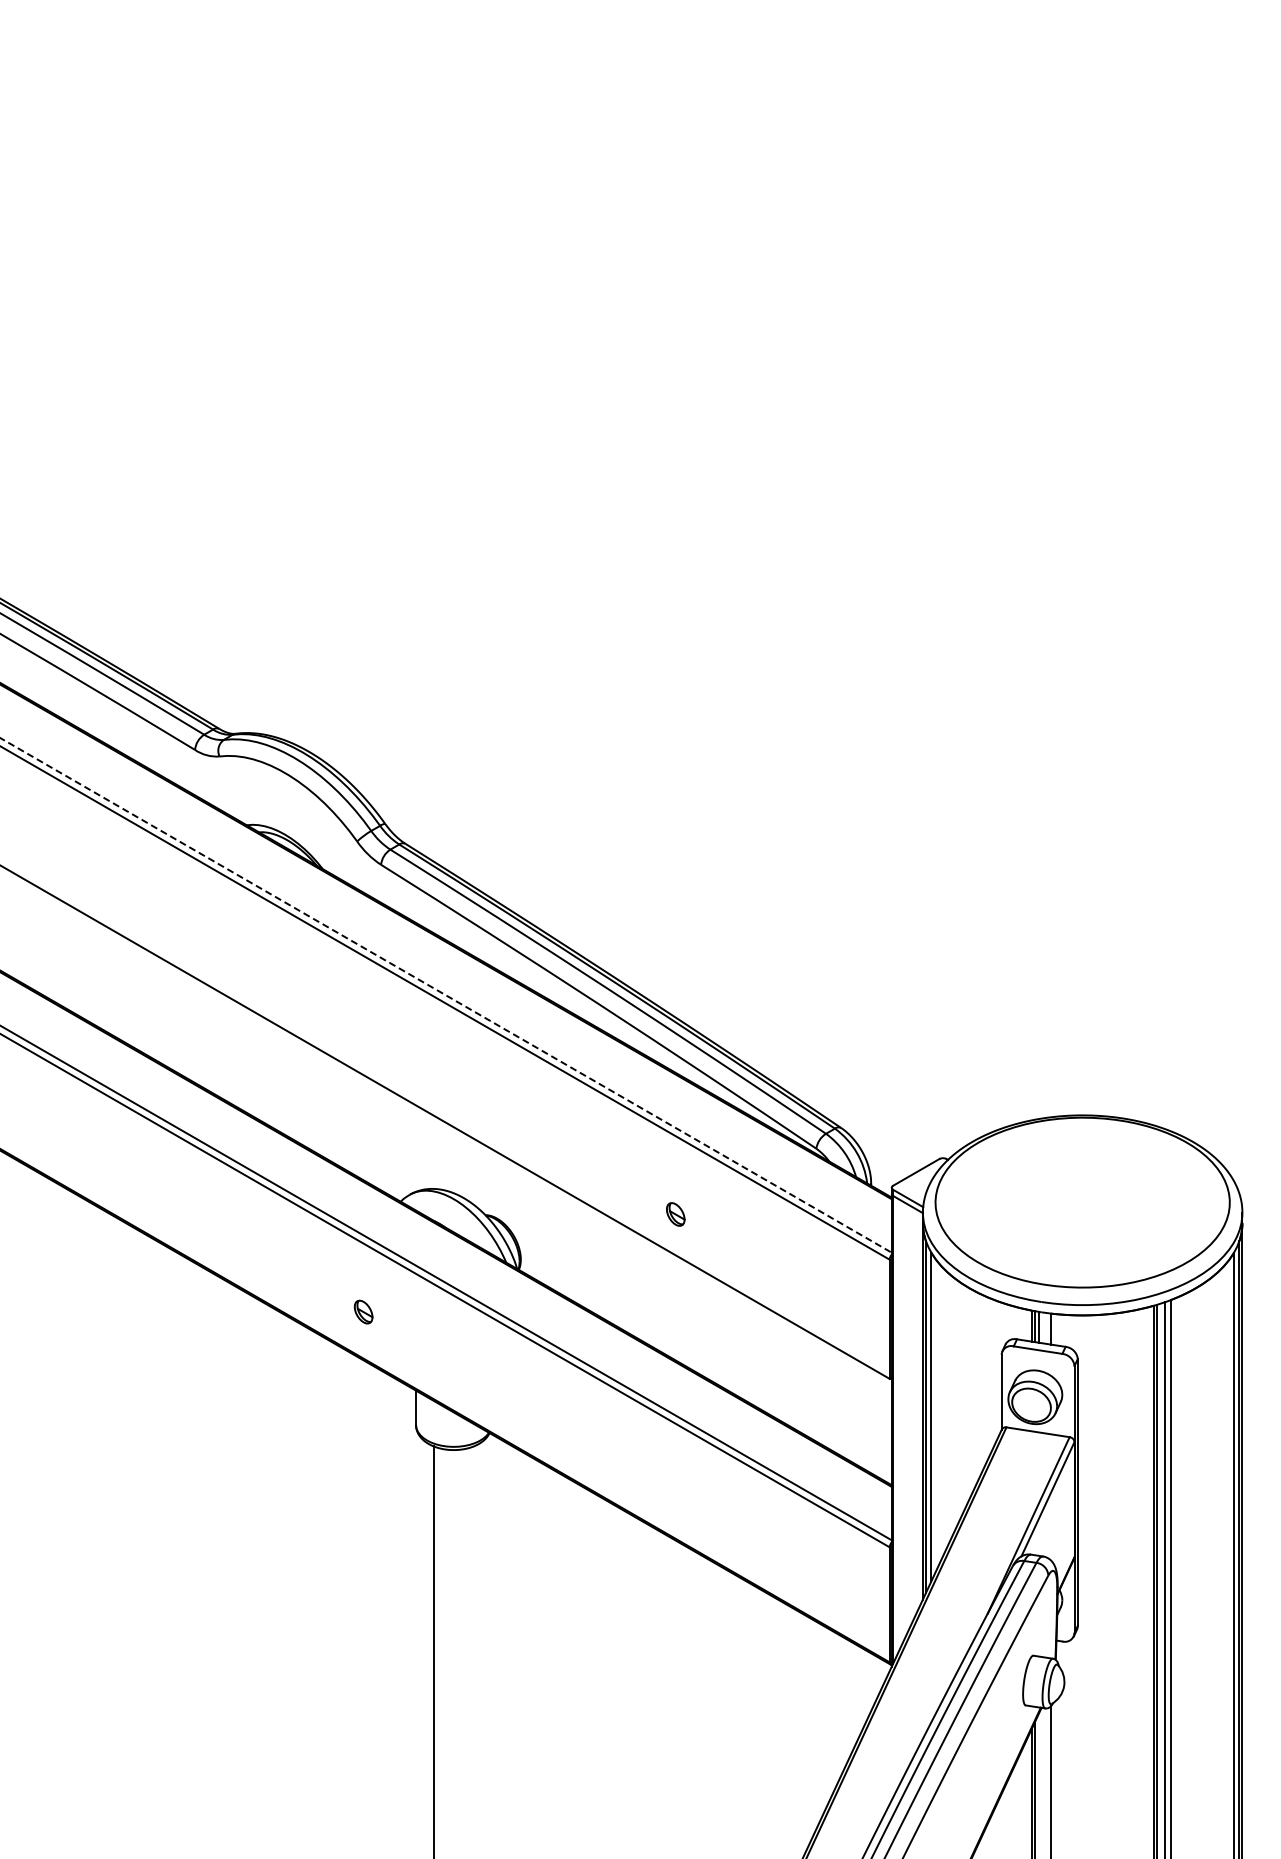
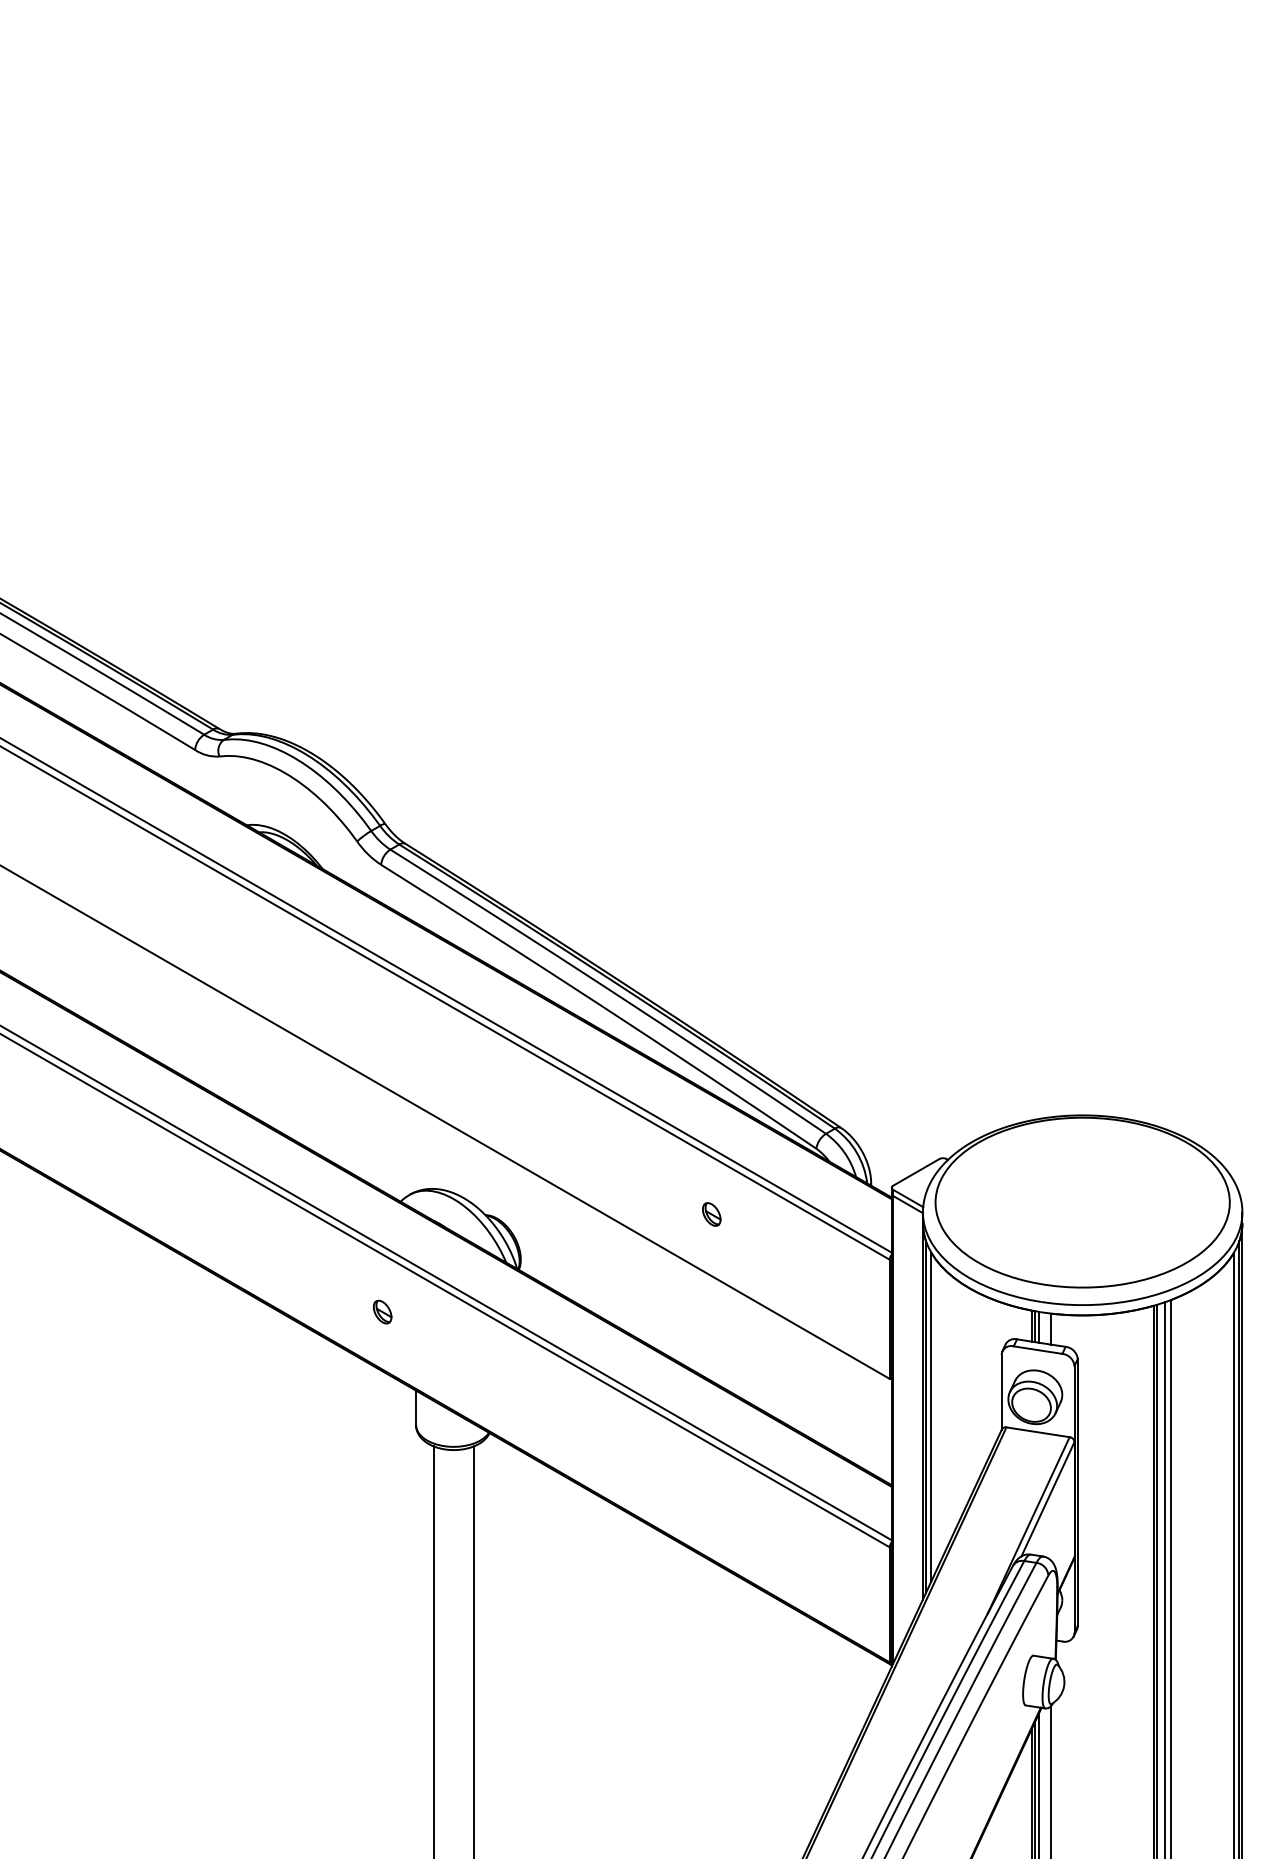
line at (445, 995): dashed -> solid
part at (675, 1214) position: (675, 1214) -> (711, 1214)
part at (363, 1311) position: (363, 1311) -> (382, 1311)
line at (473, 1650): none -> present
line at (1038, 1784): none -> present
